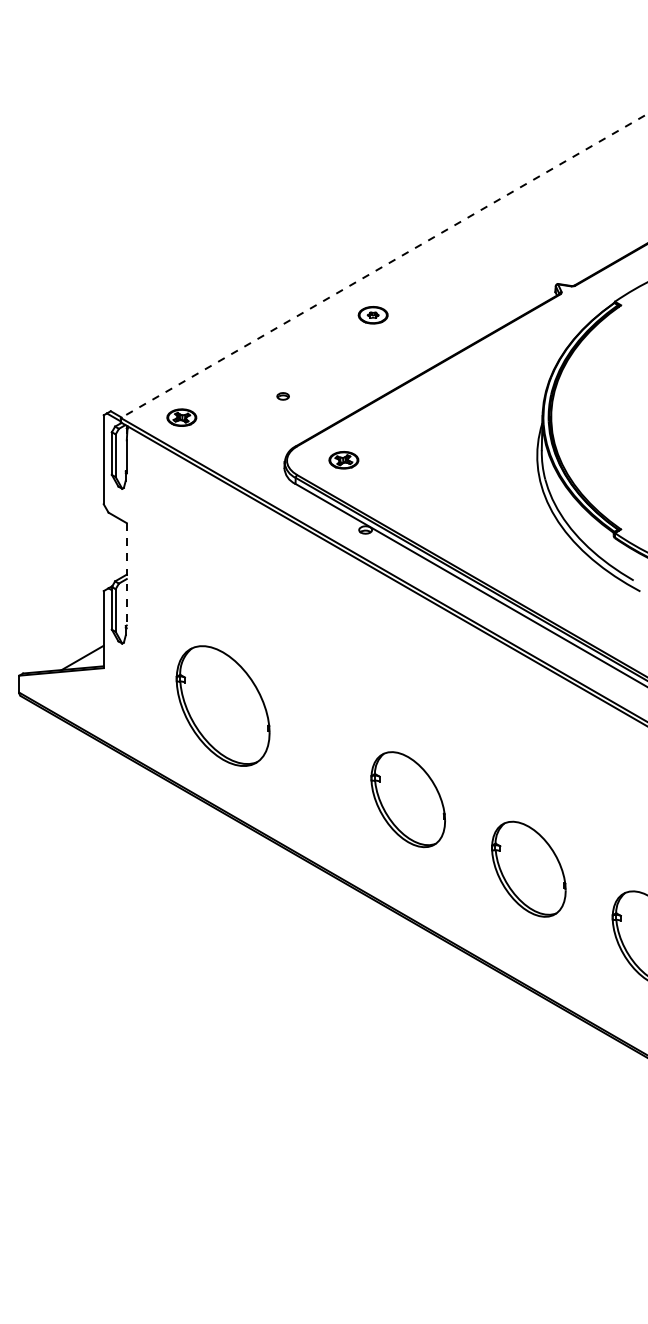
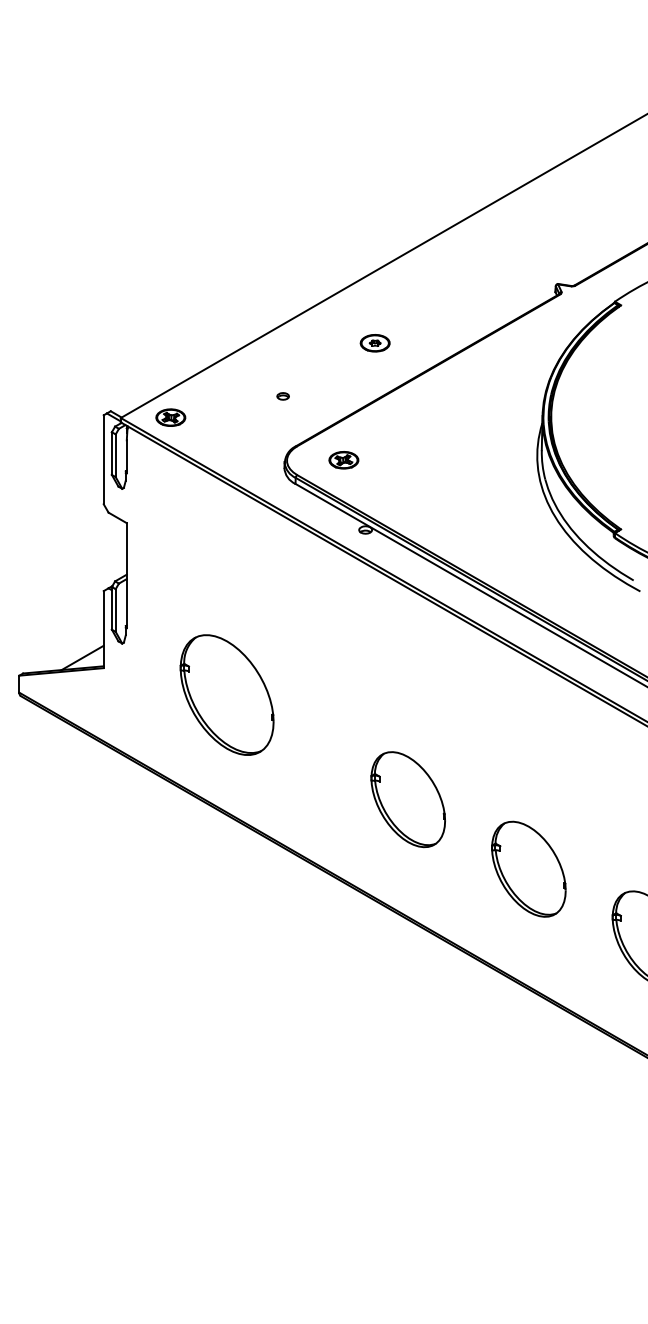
line at (384, 266): dashed -> solid
part at (372, 315) position: (372, 315) -> (374, 343)
part at (181, 417) position: (181, 417) -> (170, 417)
line at (126, 575): dashed -> solid
part at (222, 705) position: (222, 705) -> (226, 694)
